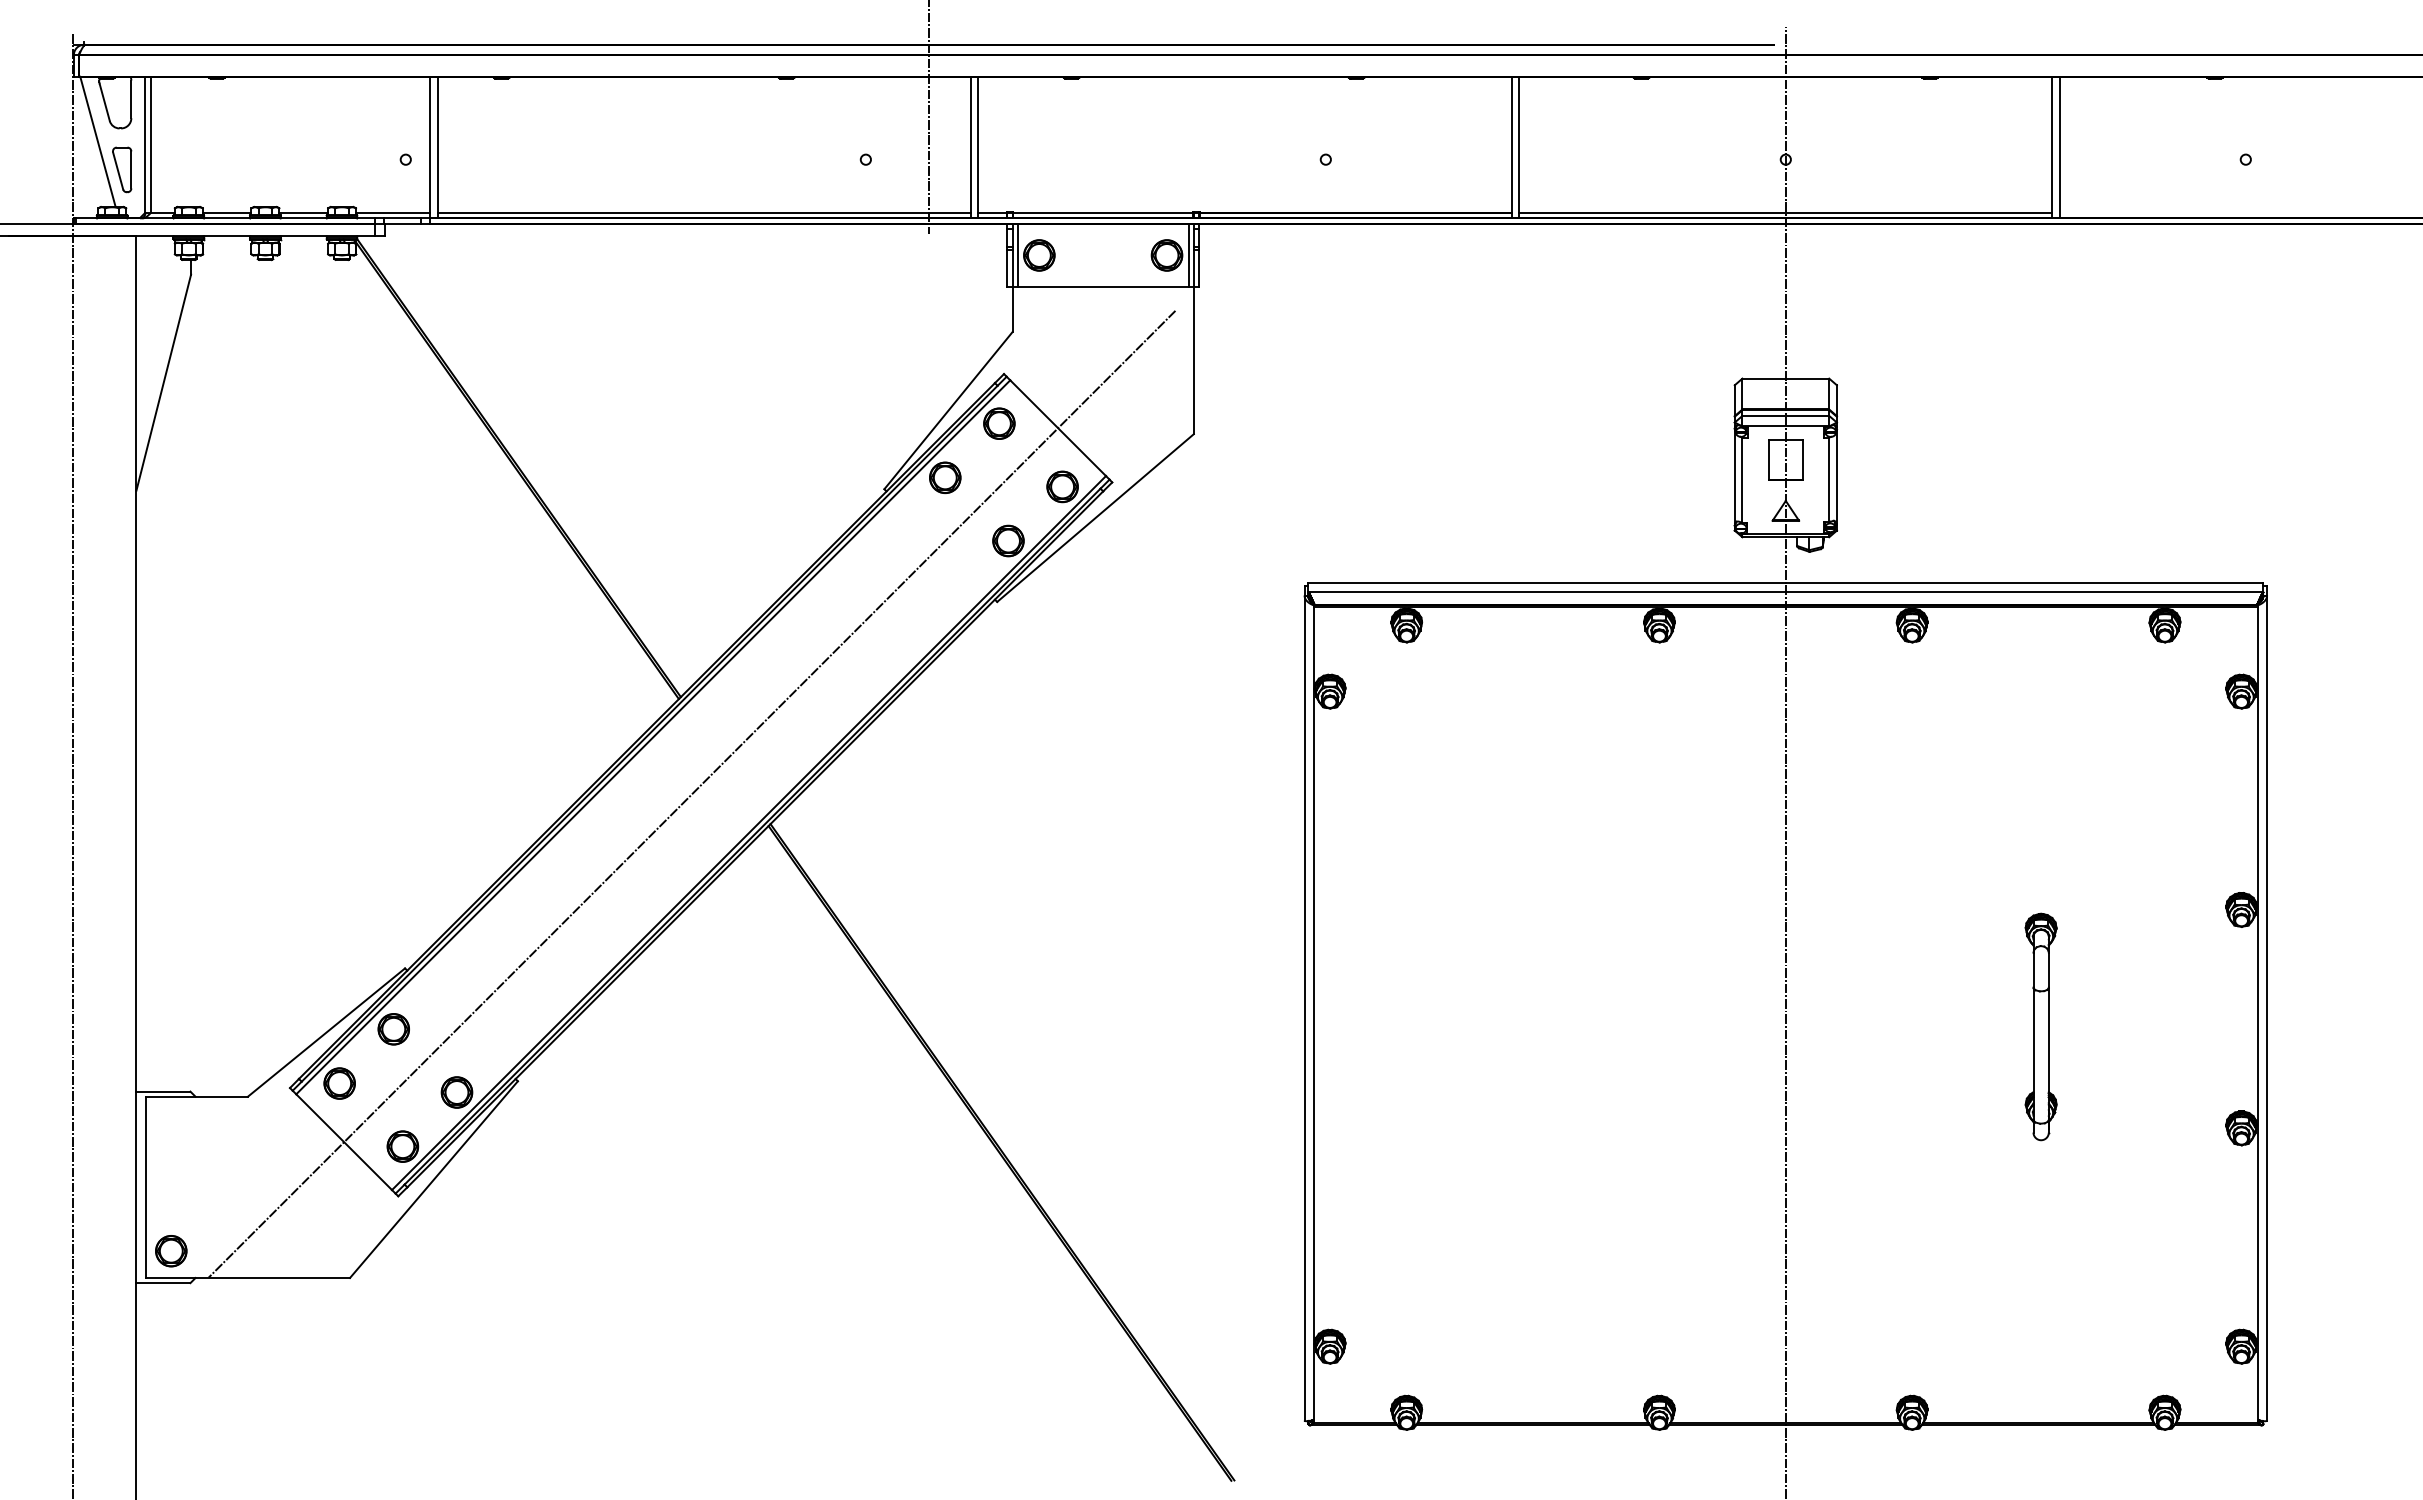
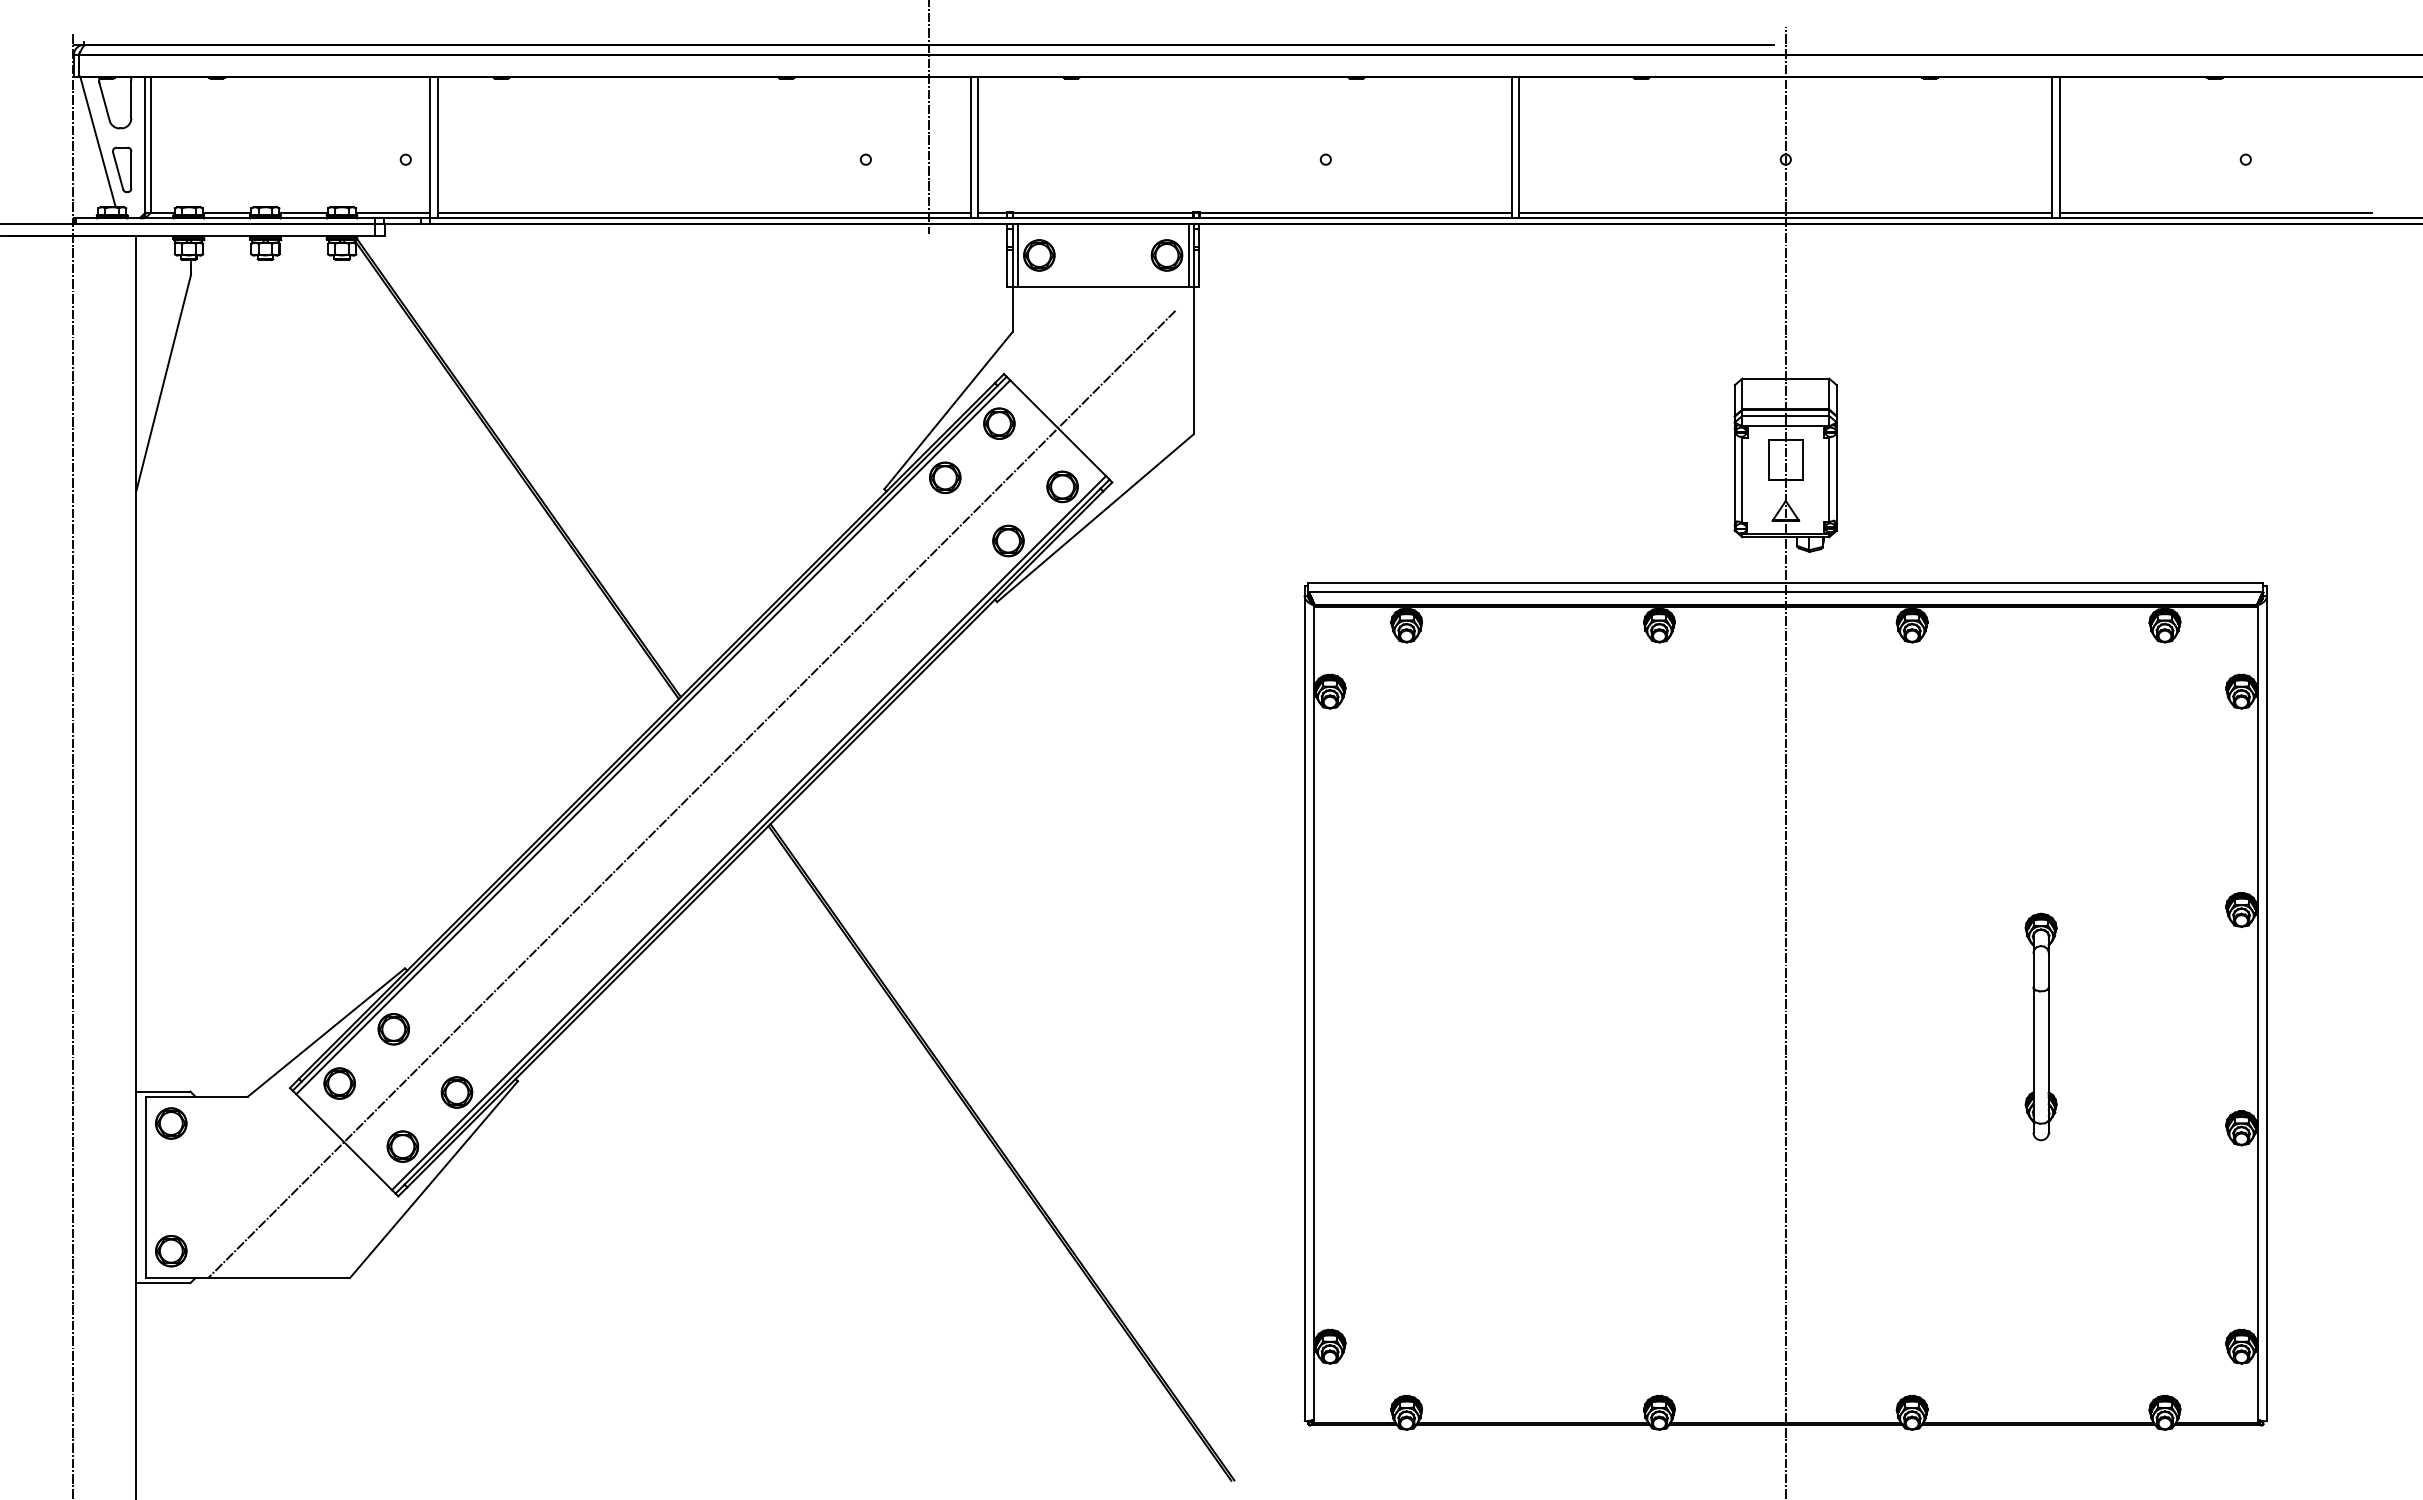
line at (2216, 213): none -> present
part at (171, 1123): none -> present
